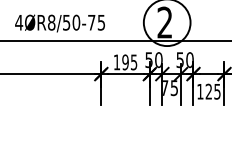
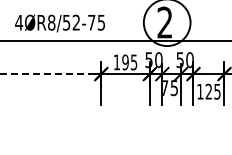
text at (76, 22): 4ØR8/50-75 -> 4ØR8/52-75
line at (51, 74): solid -> dashed
